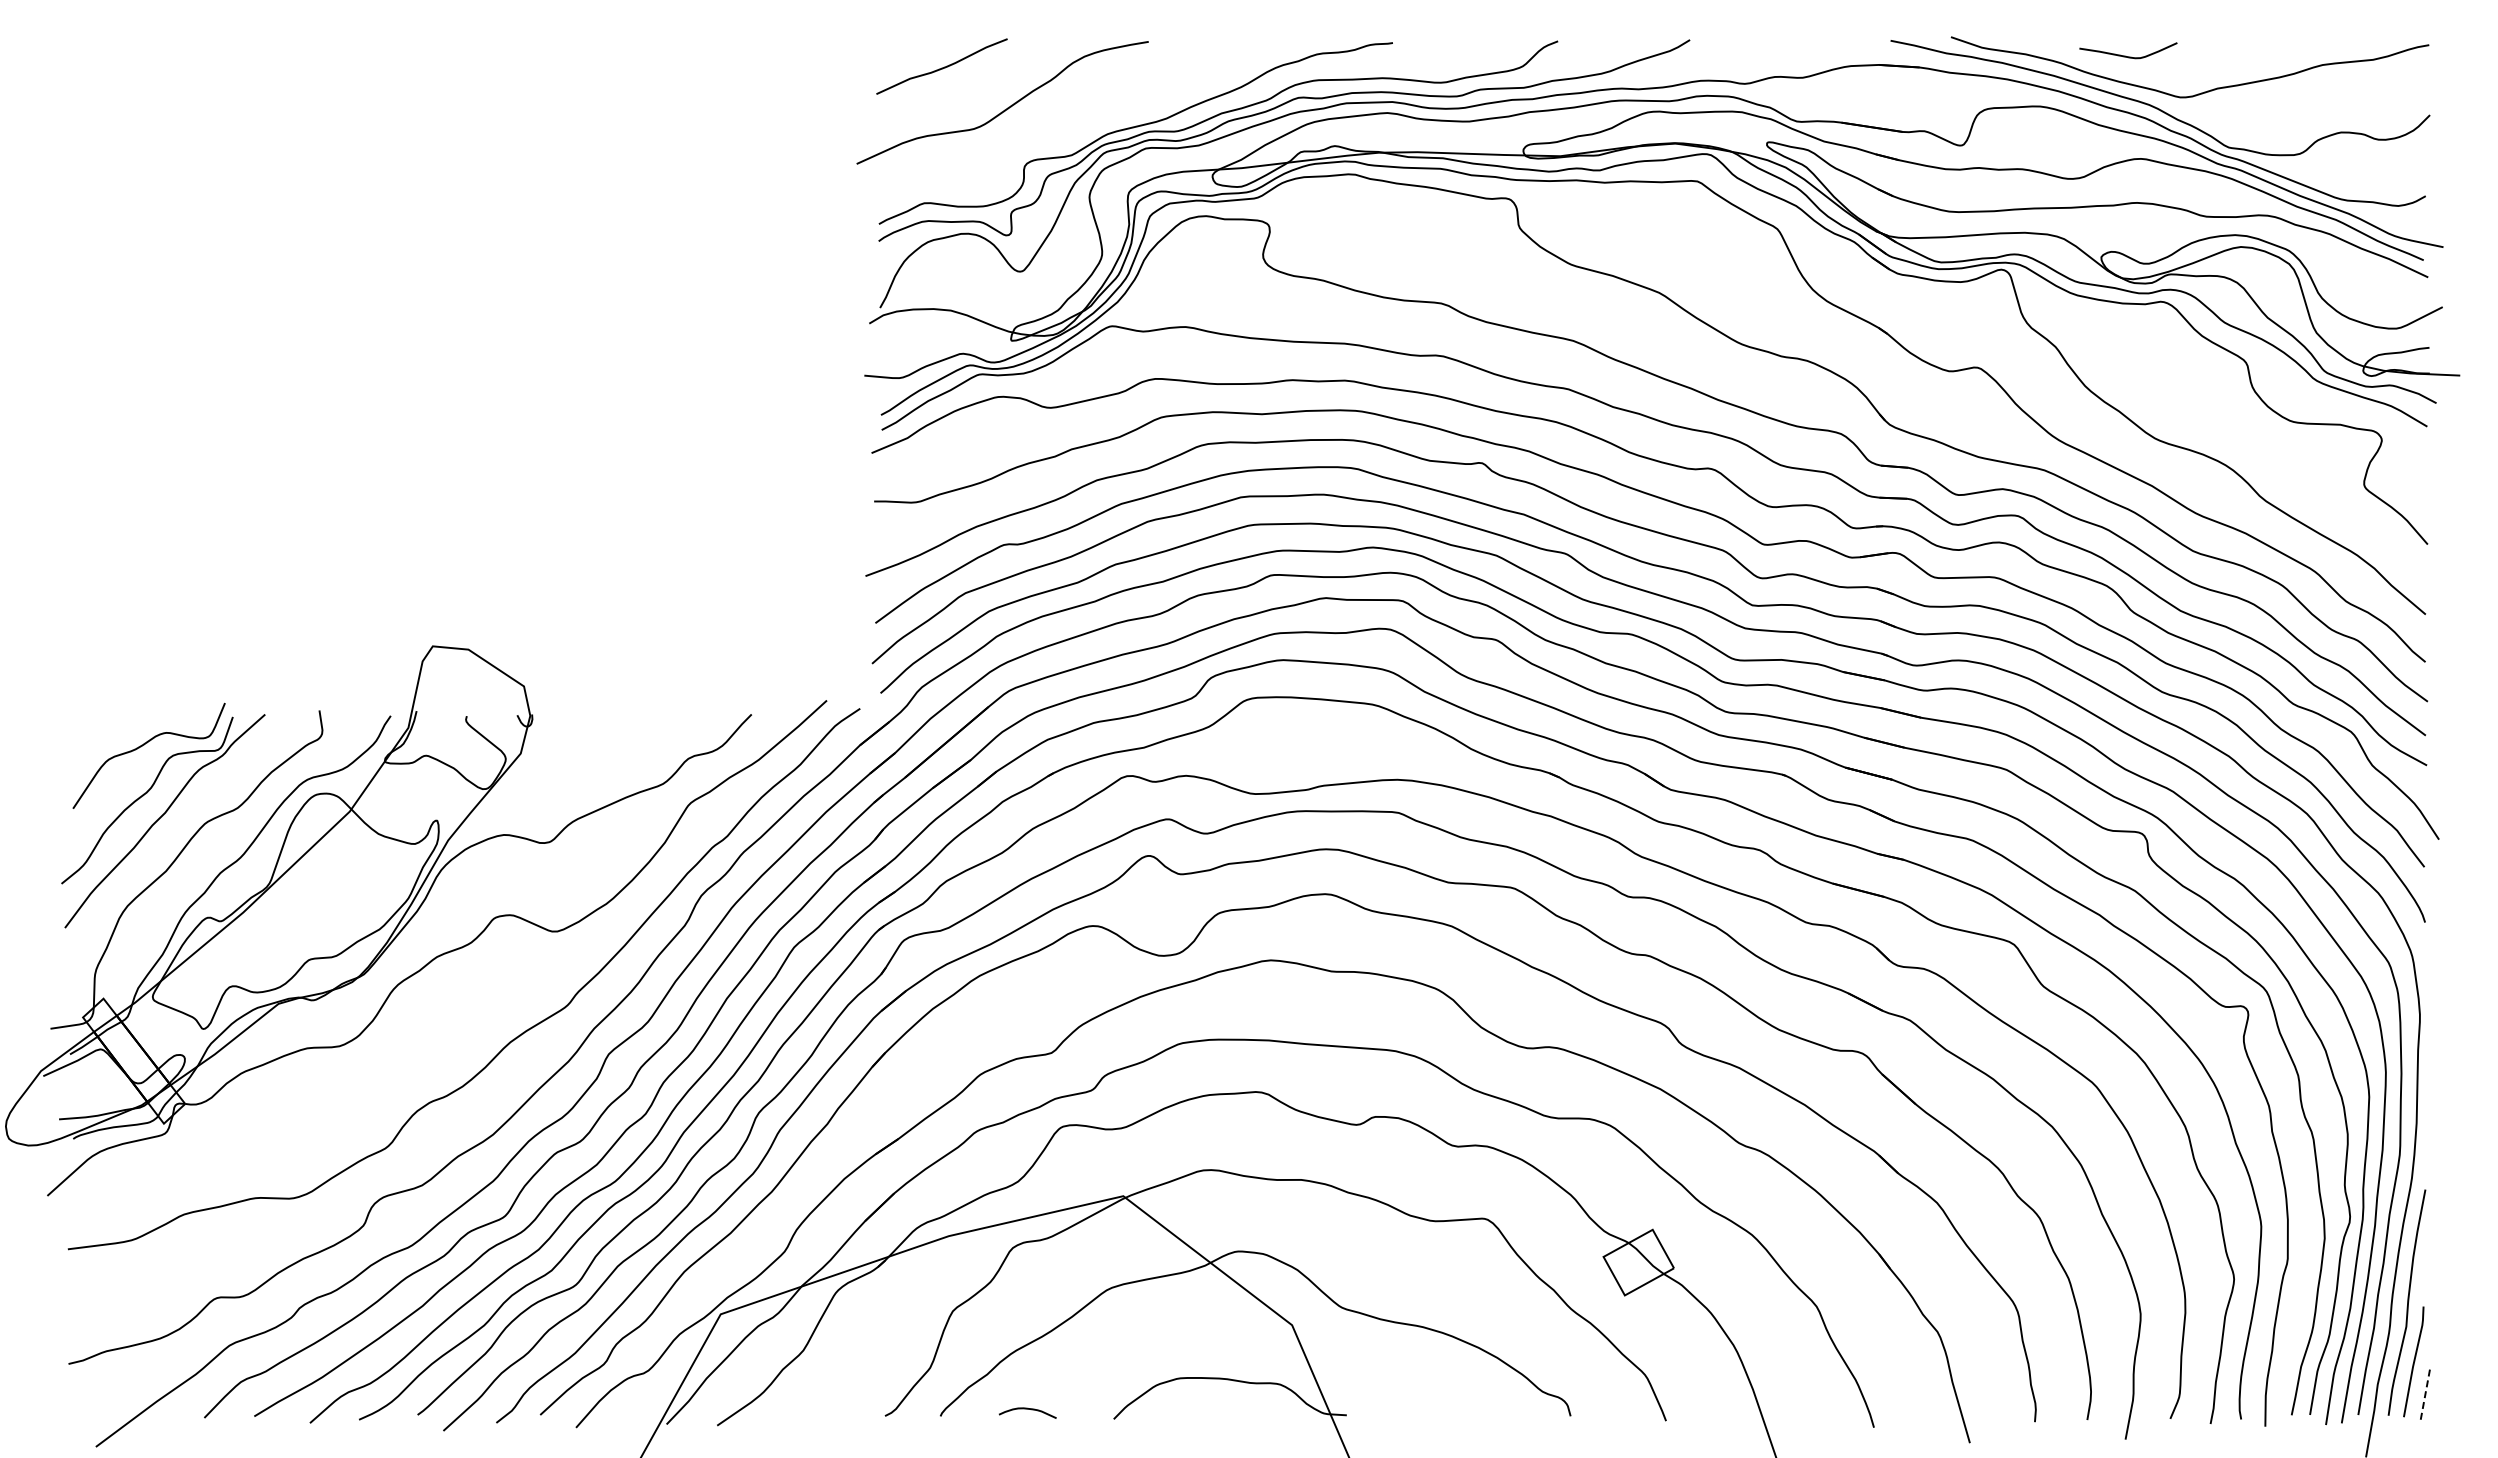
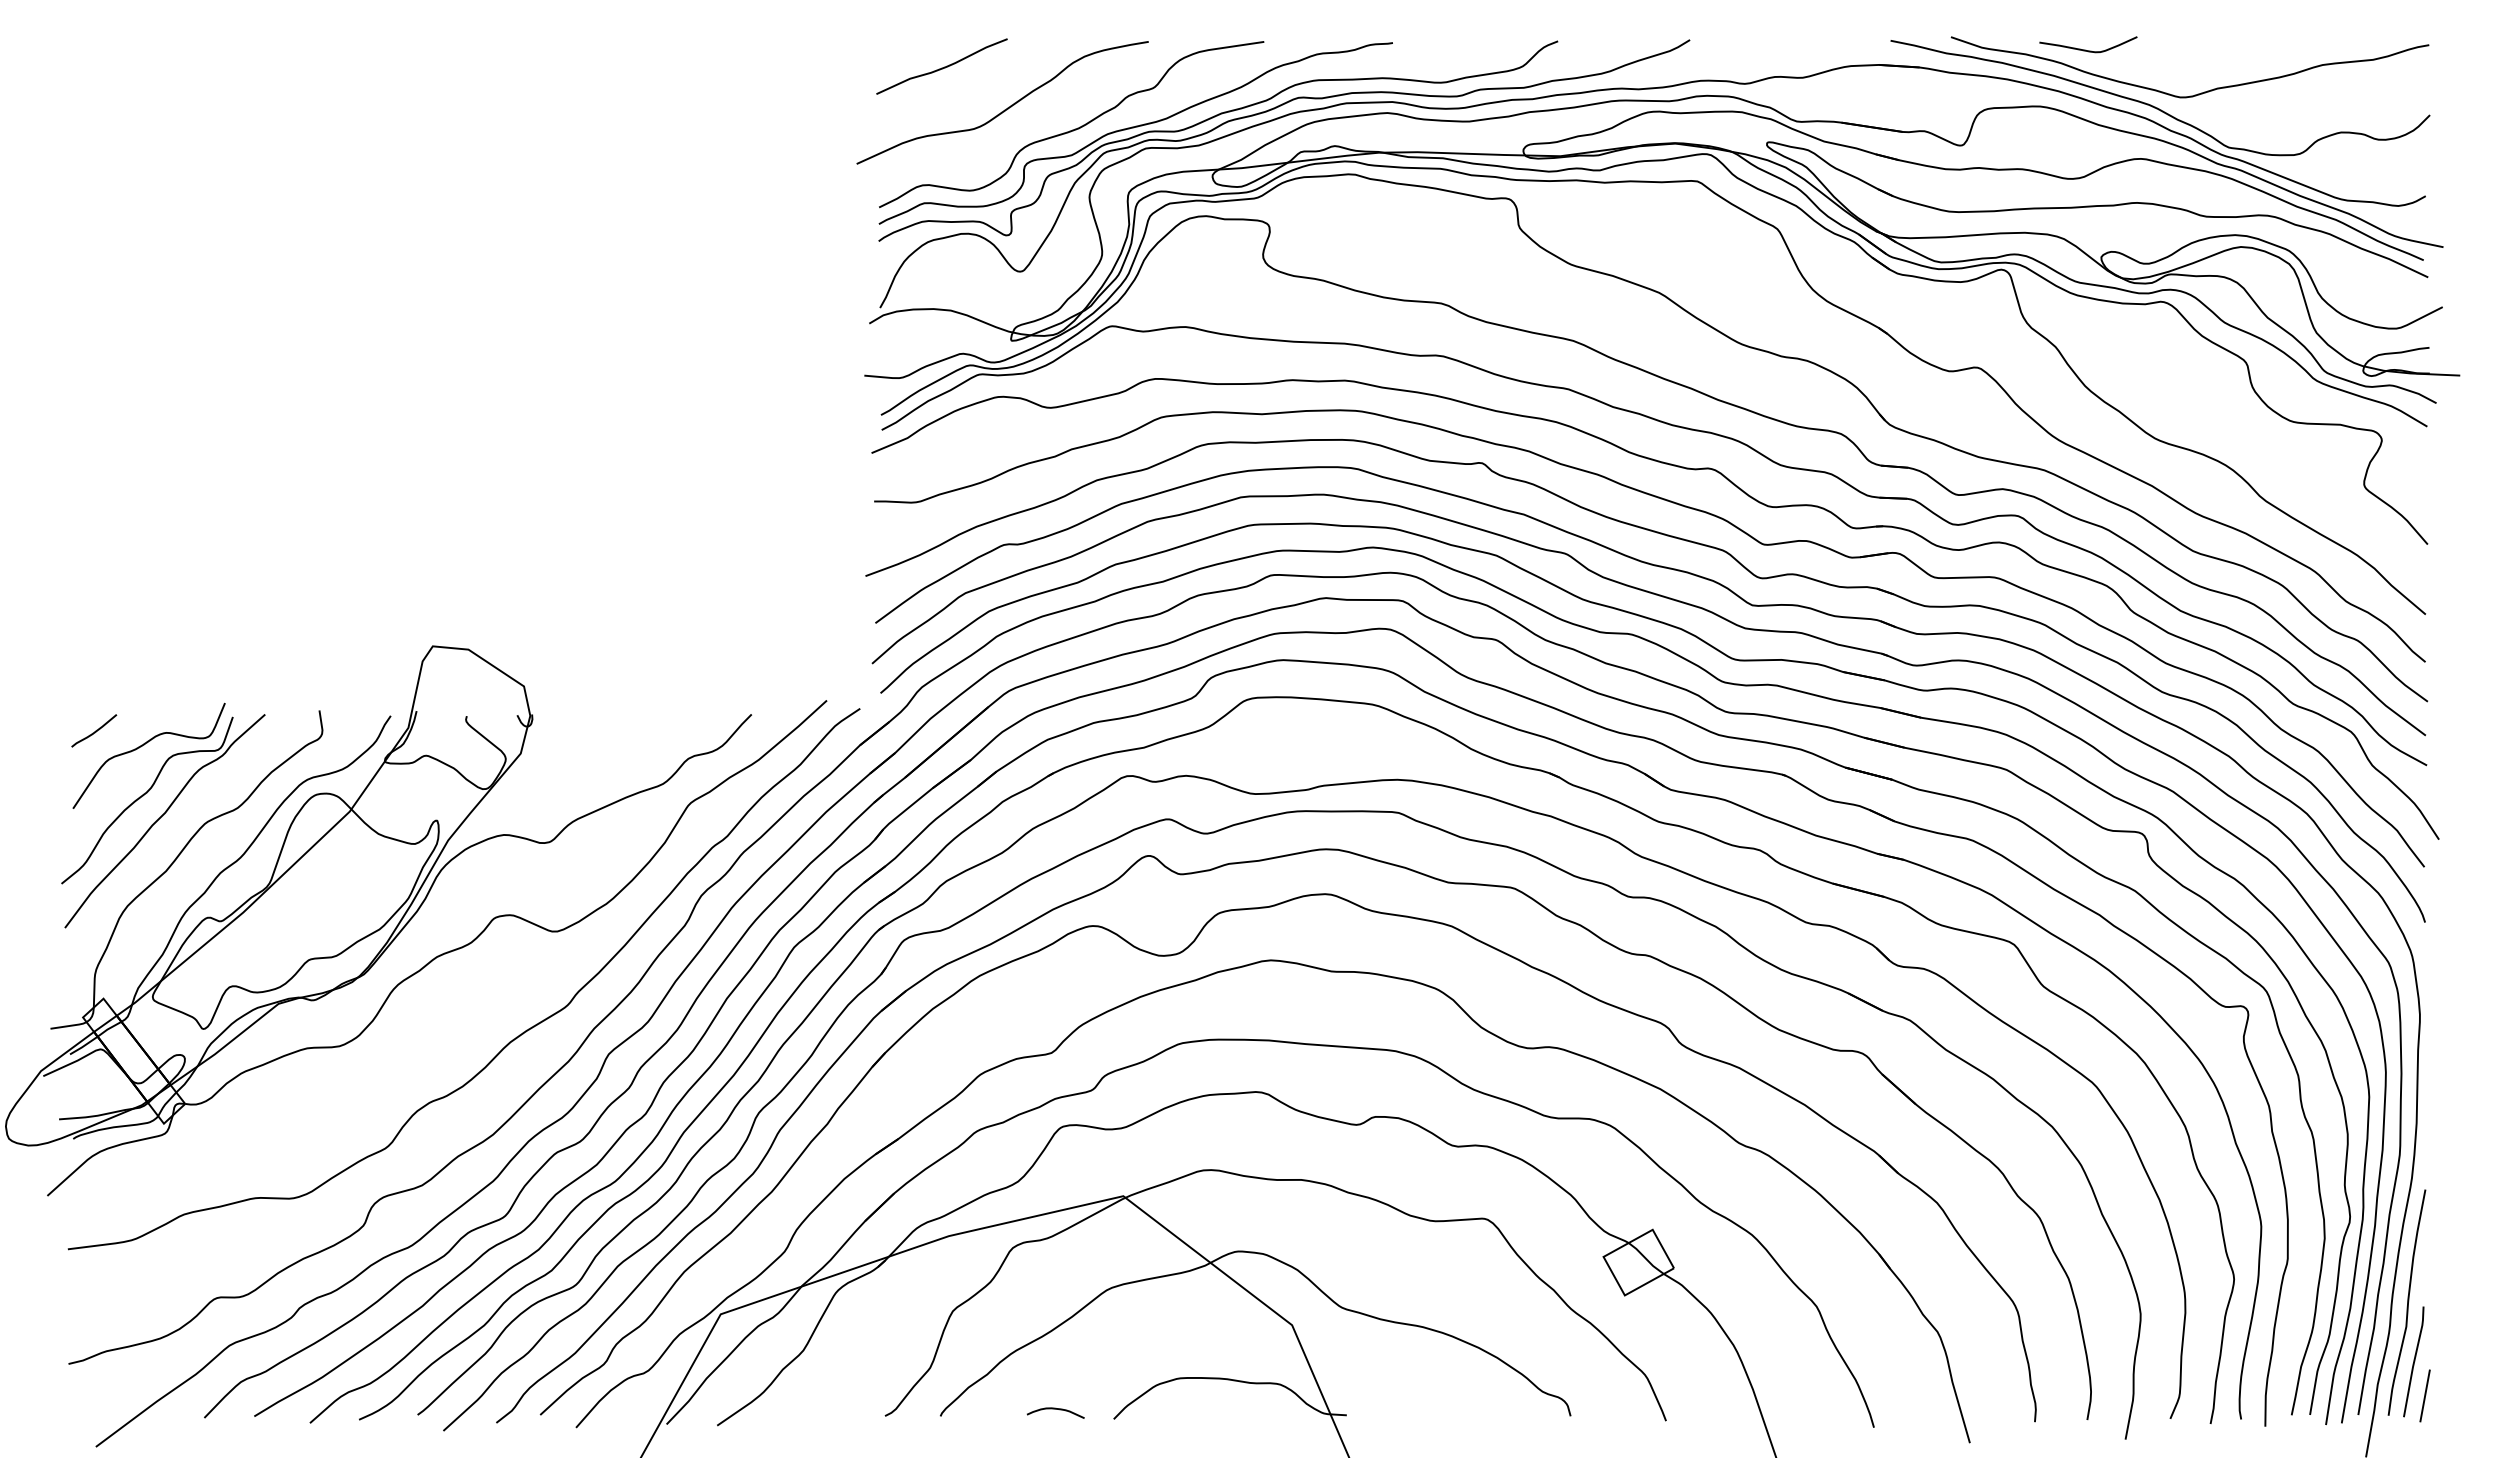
curve at (2125, 55) position: (2125, 55) -> (2085, 49)
curve at (1072, 129): none -> present
curve at (95, 730): none -> present
line at (2425, 1395): dashed -> solid
curve at (1027, 1409) position: (1027, 1409) -> (1055, 1409)
